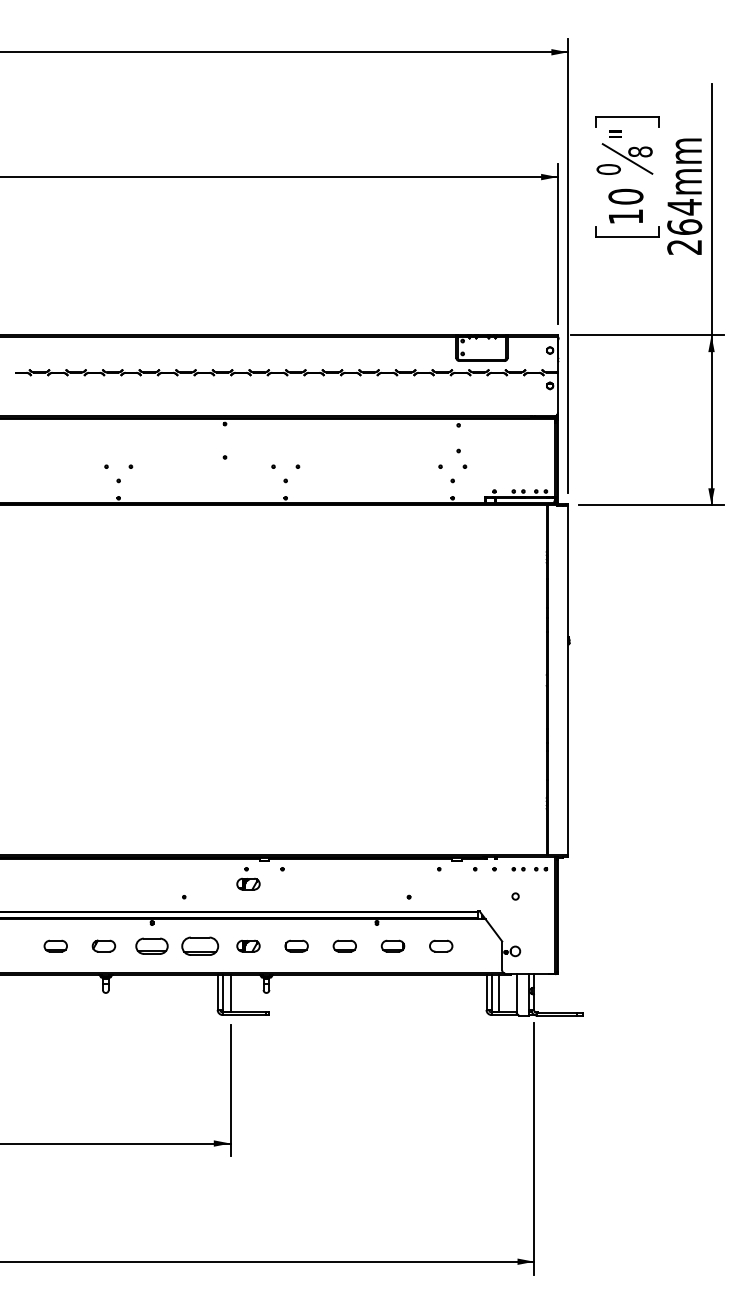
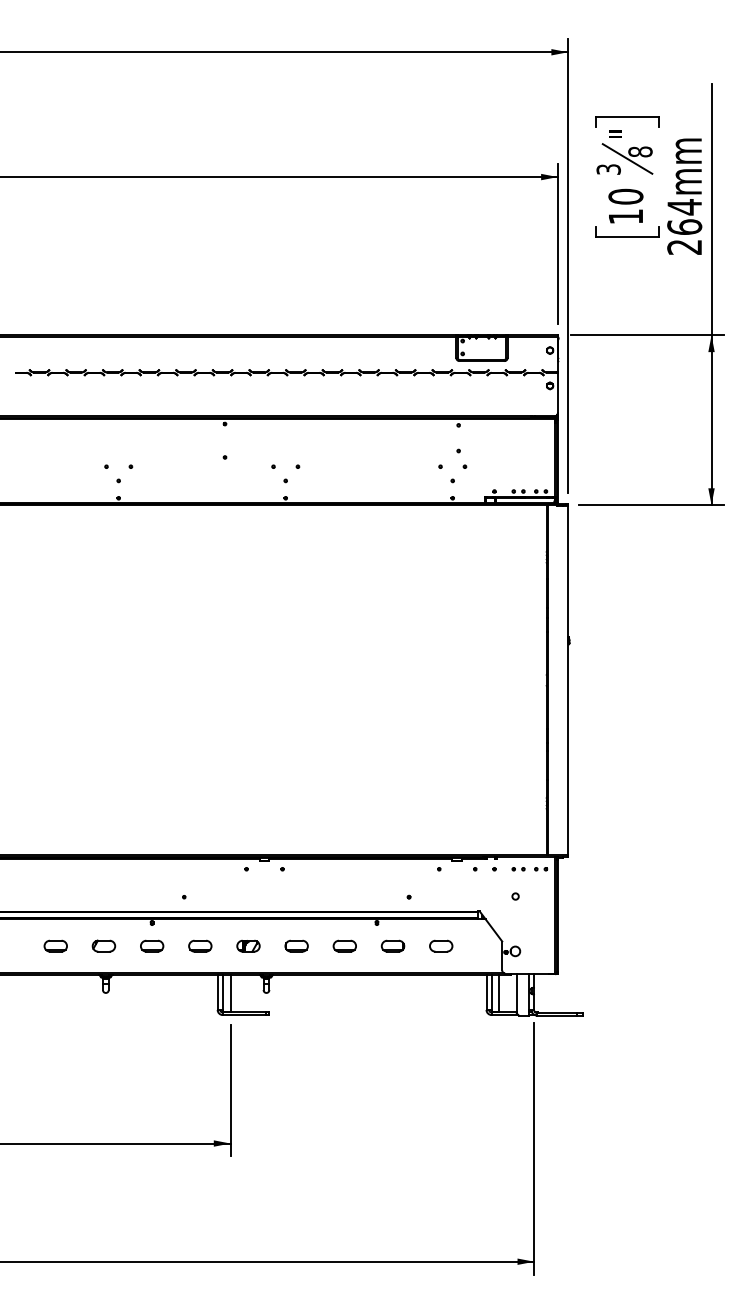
text at (608, 169): 0 -> 3
part at (248, 883): present -> none
part at (151, 945) size: 34x18 px -> 25x14 px
part at (200, 945) size: 39x20 px -> 25x14 px
